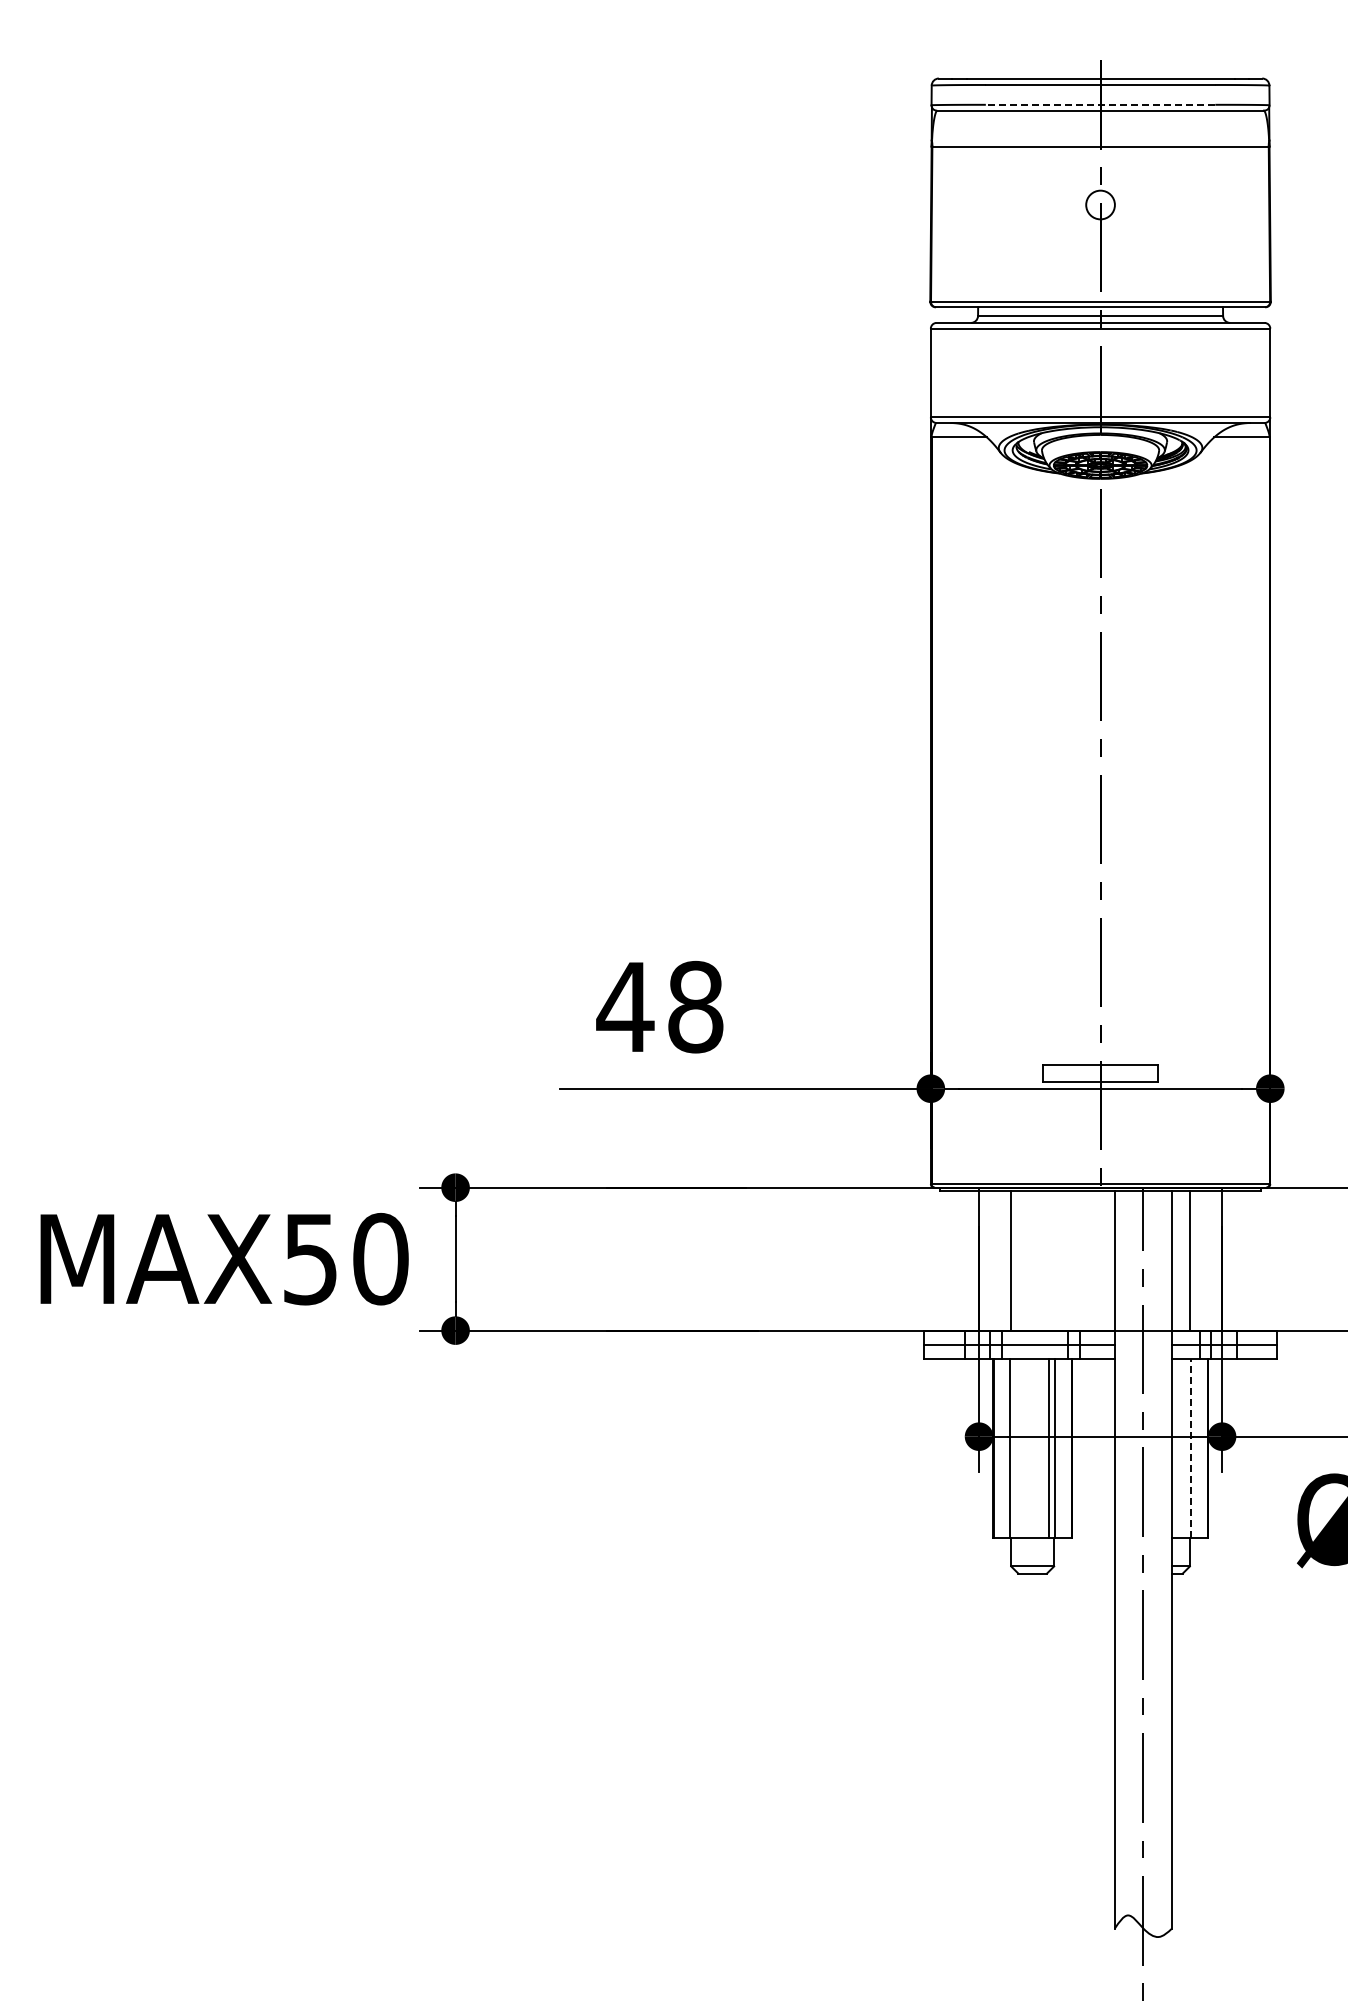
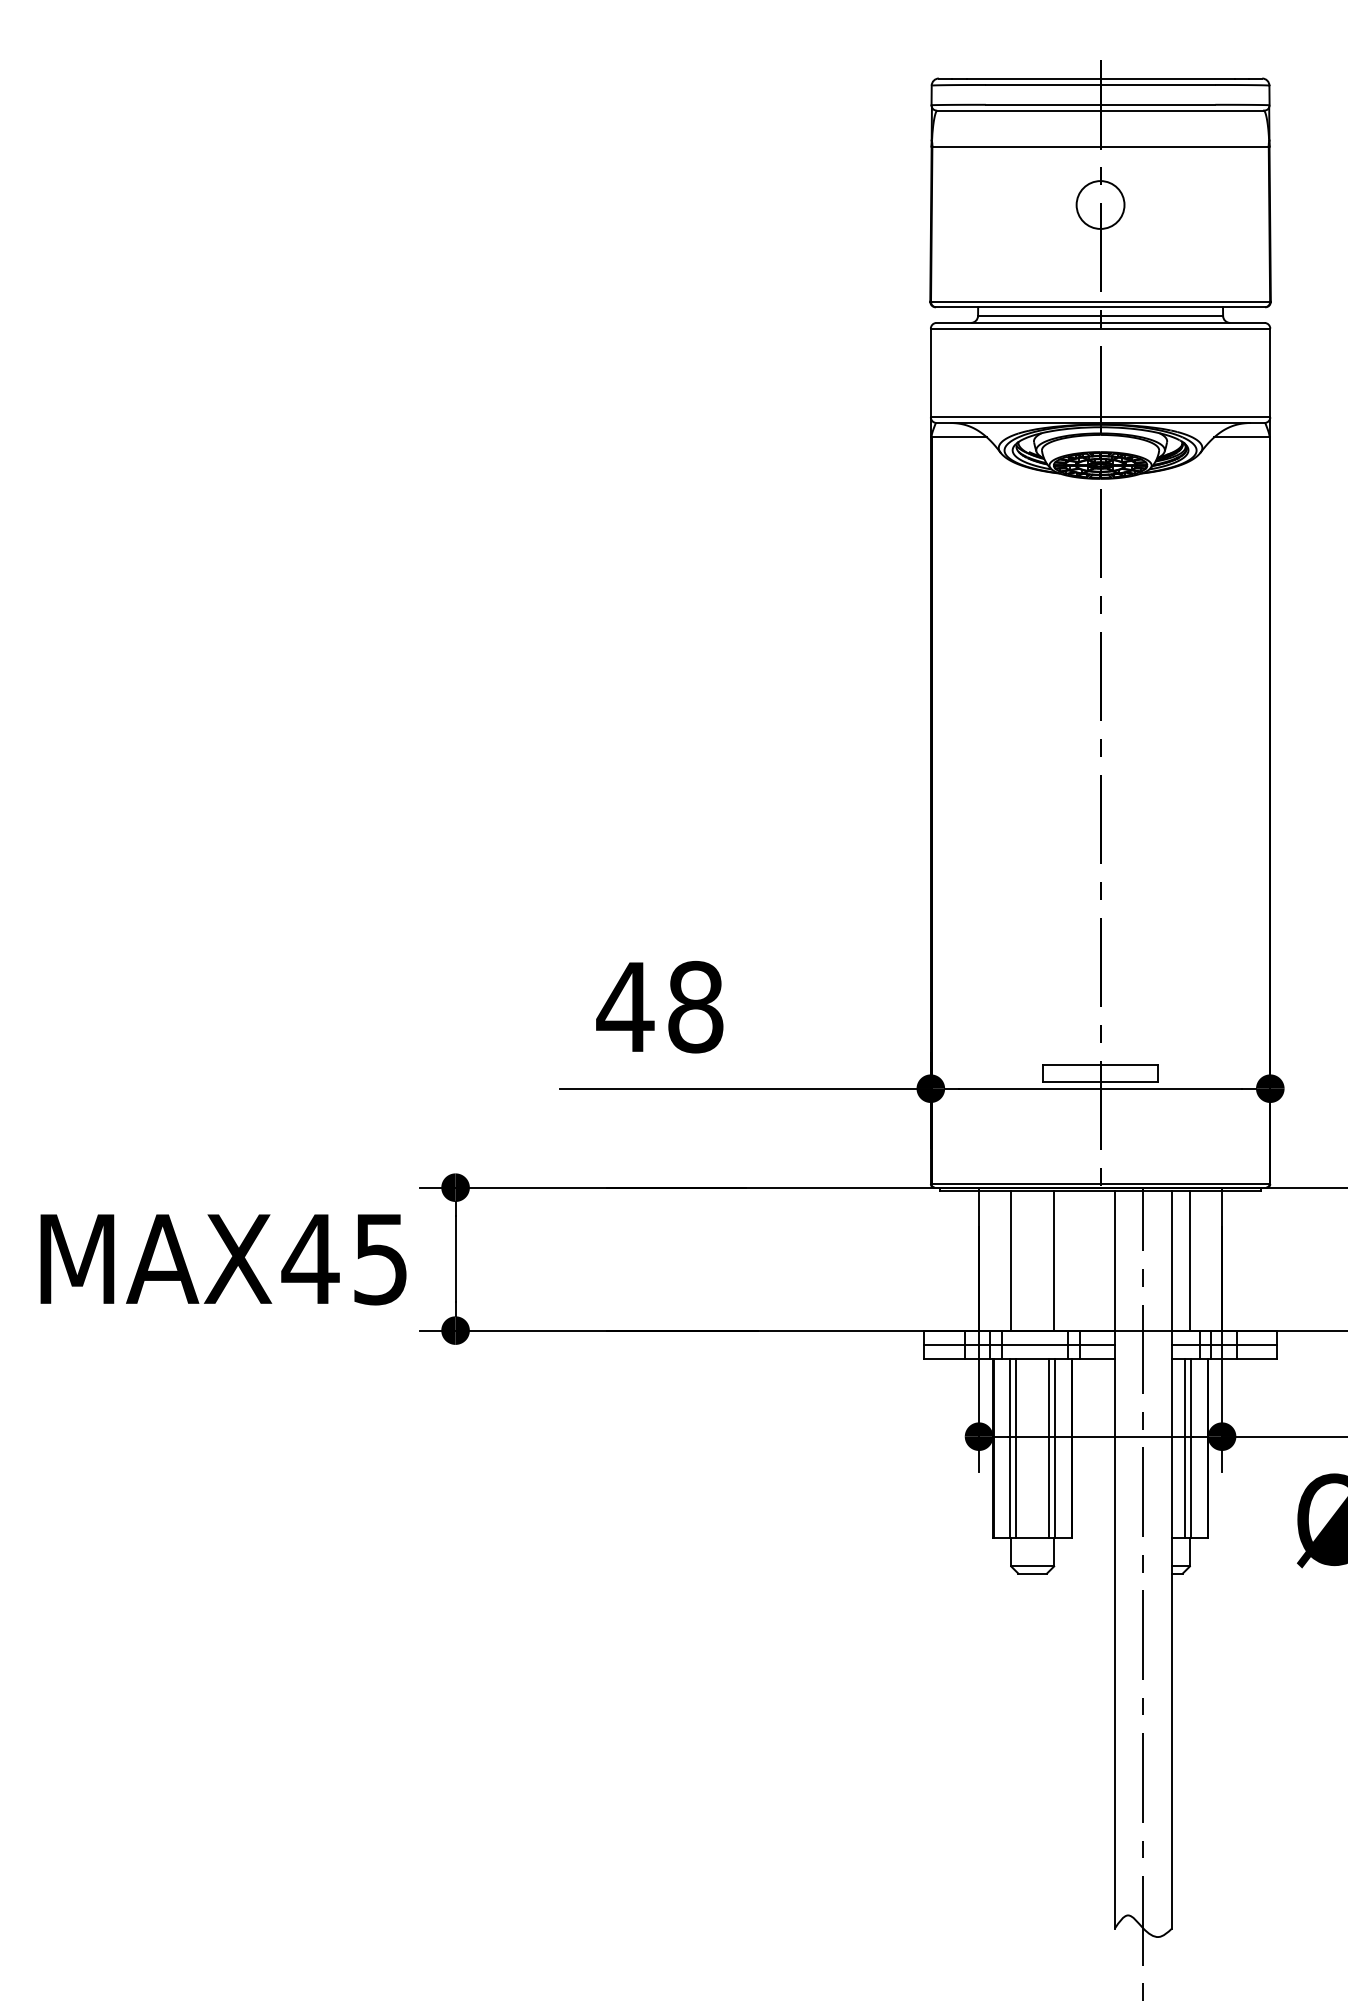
line at (1100, 104): dashed -> solid
circle at (1100, 204) diameter: 29 px -> 48 px
text at (344, 1258): MAX50 -> MAX45
line at (1054, 1260): none -> present
line at (1016, 1448): none -> present
line at (1184, 1448): none -> present
line at (1191, 1448): dashed -> solid
